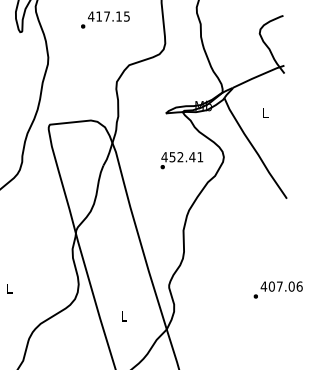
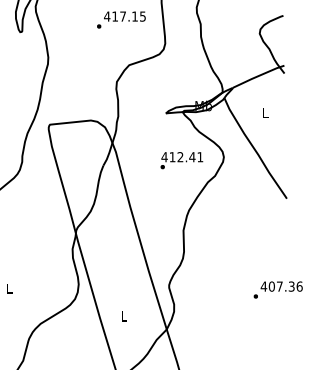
text at (105, 19) position: (105, 19) -> (121, 19)
text at (172, 157): 452.41 -> 412.41
text at (291, 286): 407.06 -> 407.36
